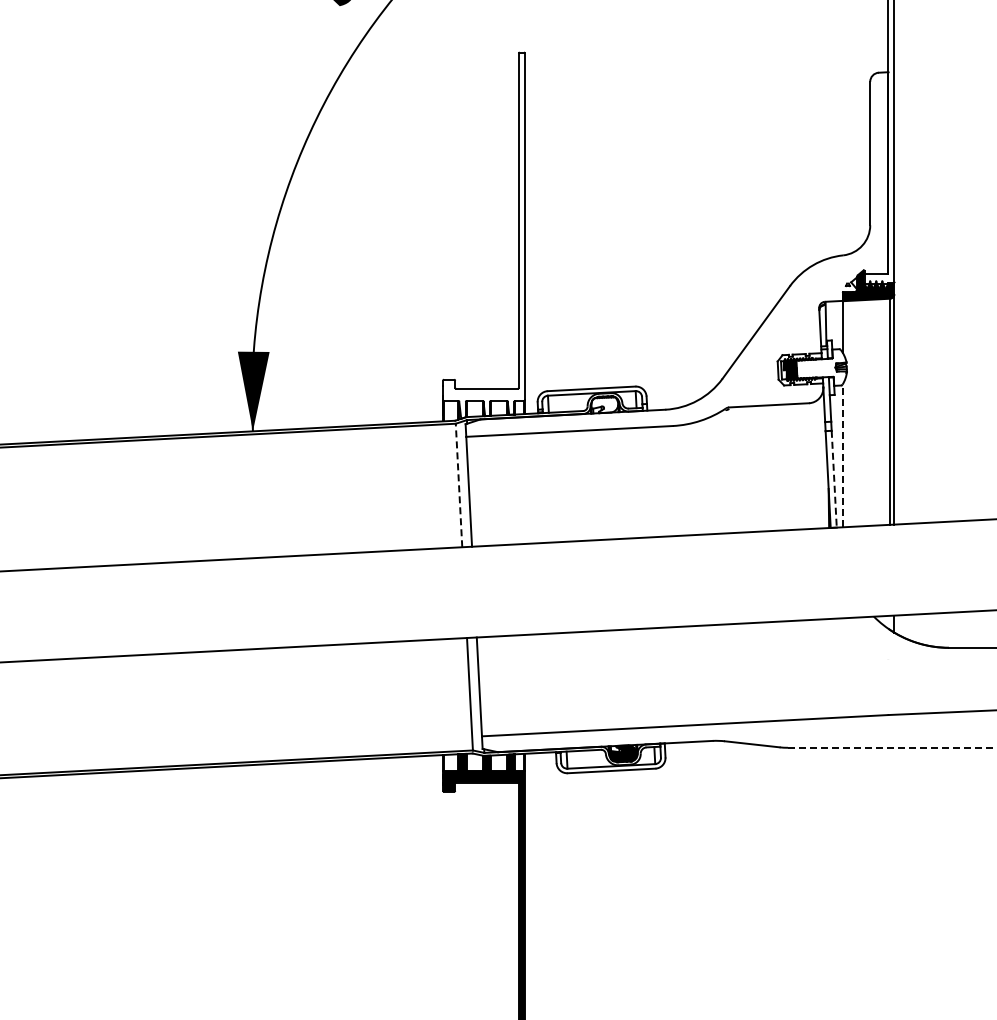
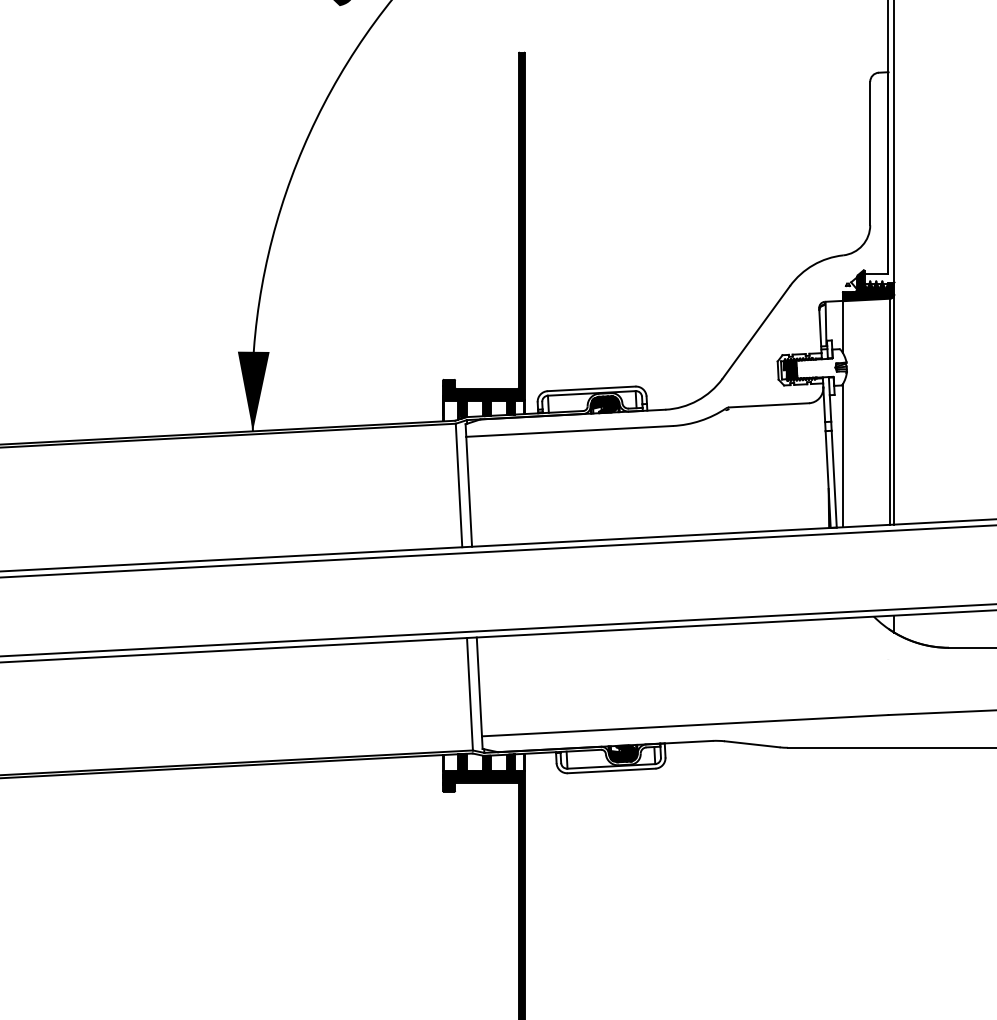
fill at (483, 235): none -> present
fill at (604, 404): none -> present
line at (842, 455): dashed -> solid
line at (834, 479): dashed -> solid
line at (459, 485): dashed -> solid
line at (497, 551): none -> present
line at (497, 630): none -> present
line at (892, 747): dashed -> solid
